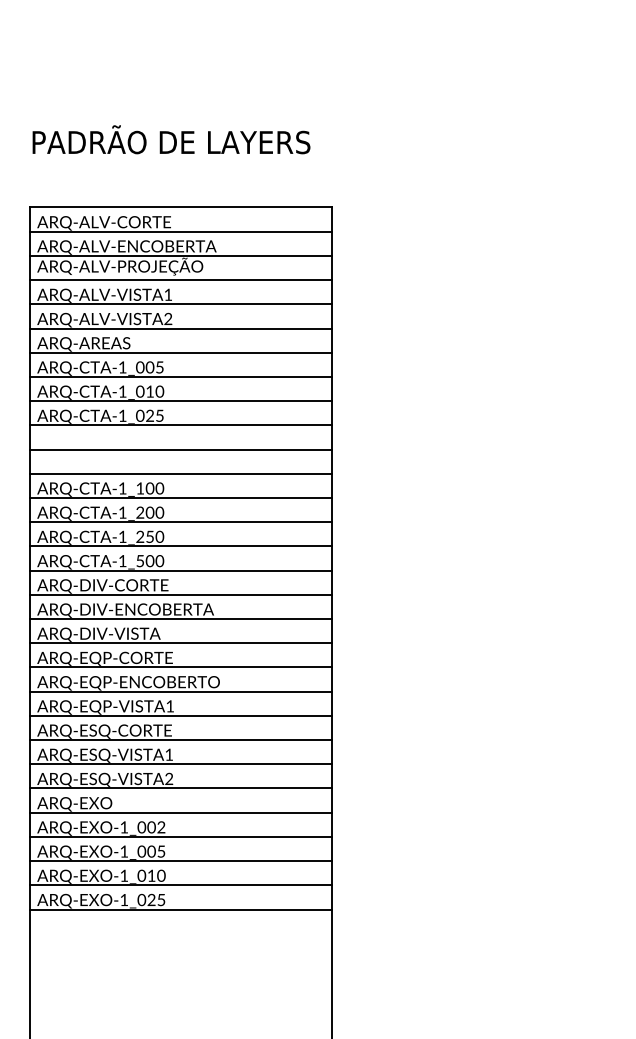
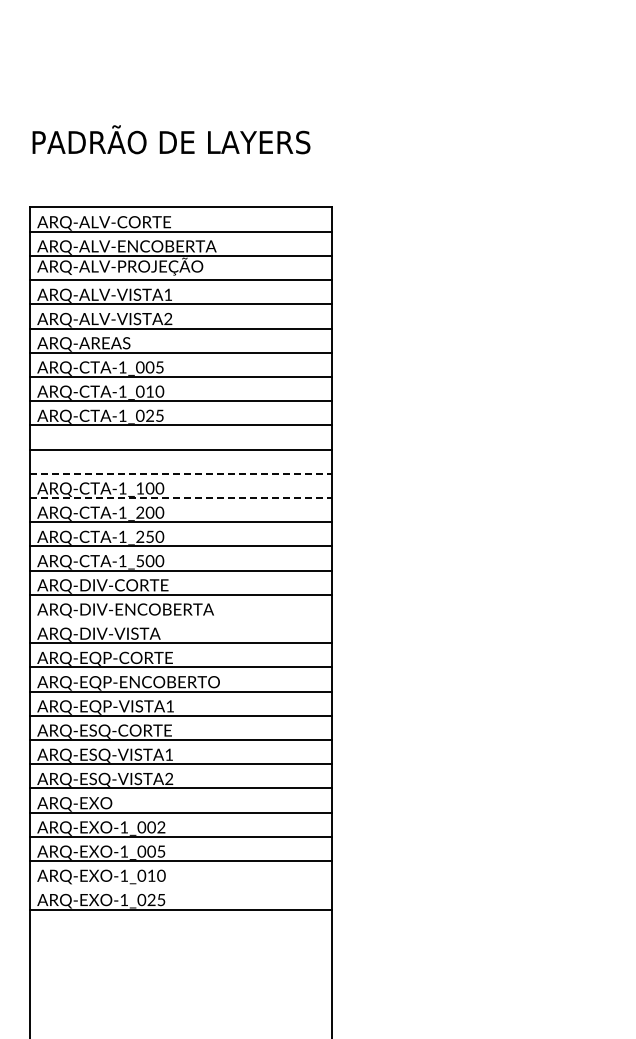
line at (181, 473): solid -> dashed
line at (181, 498): solid -> dashed
line at (180, 619): present -> none
line at (180, 885): present -> none
